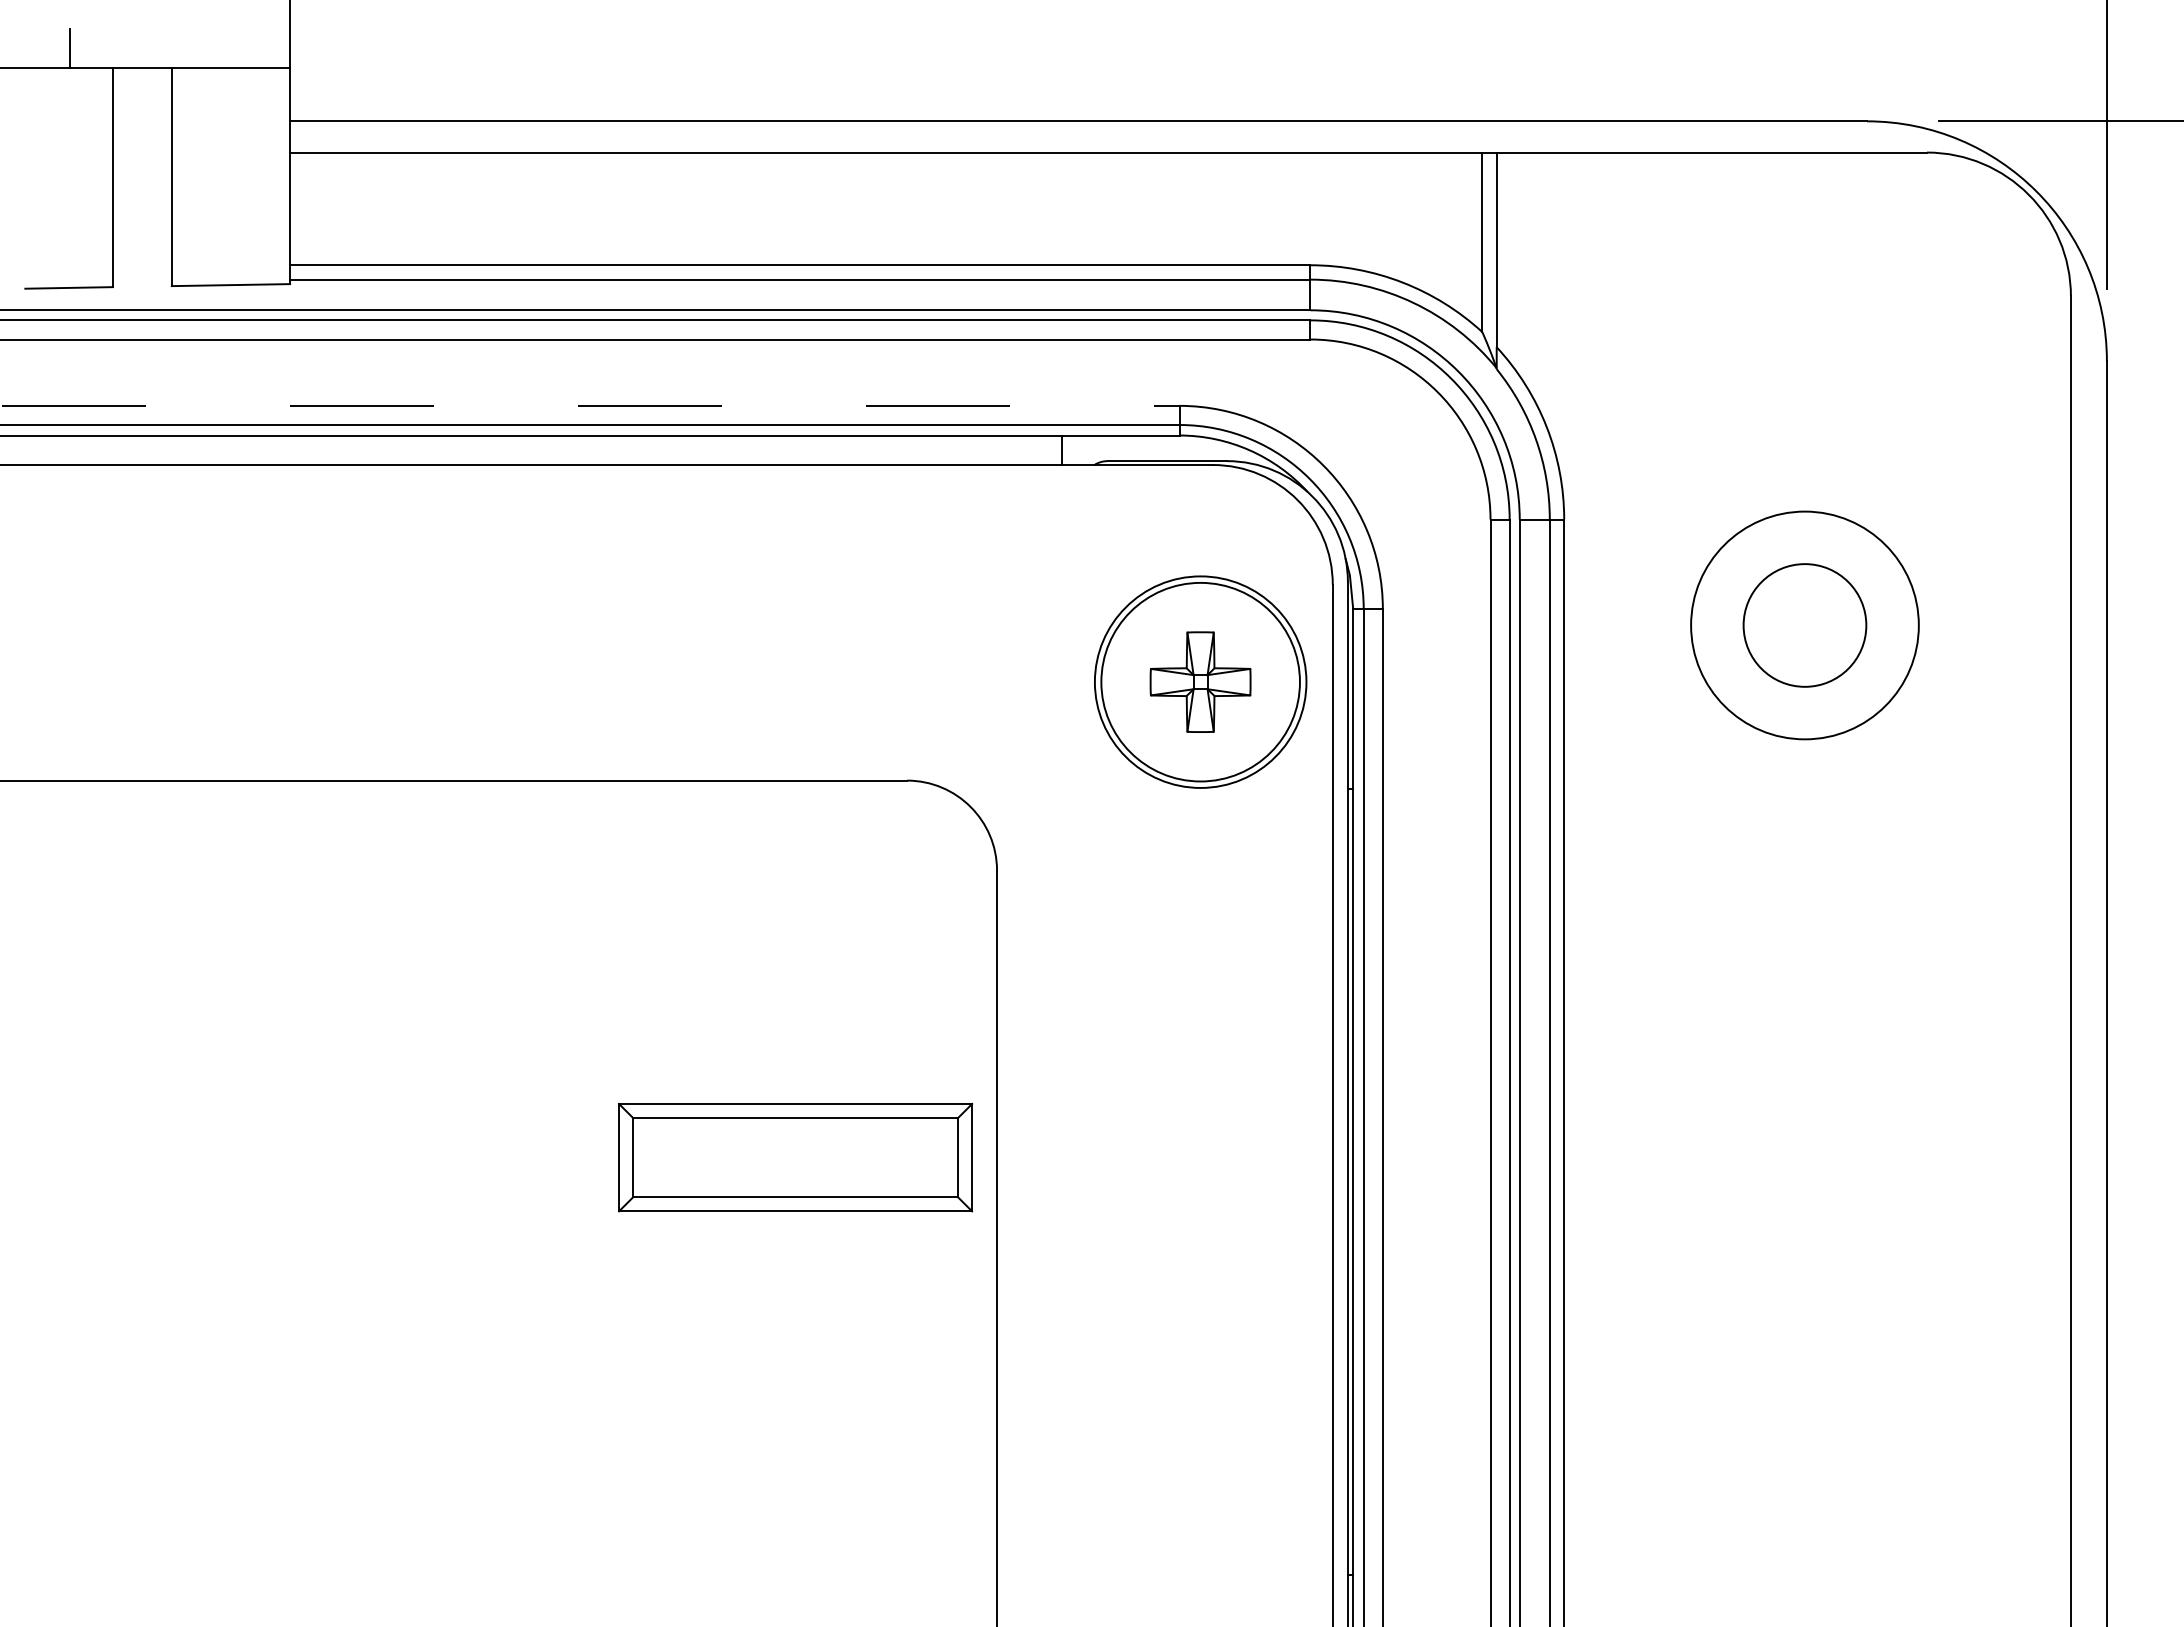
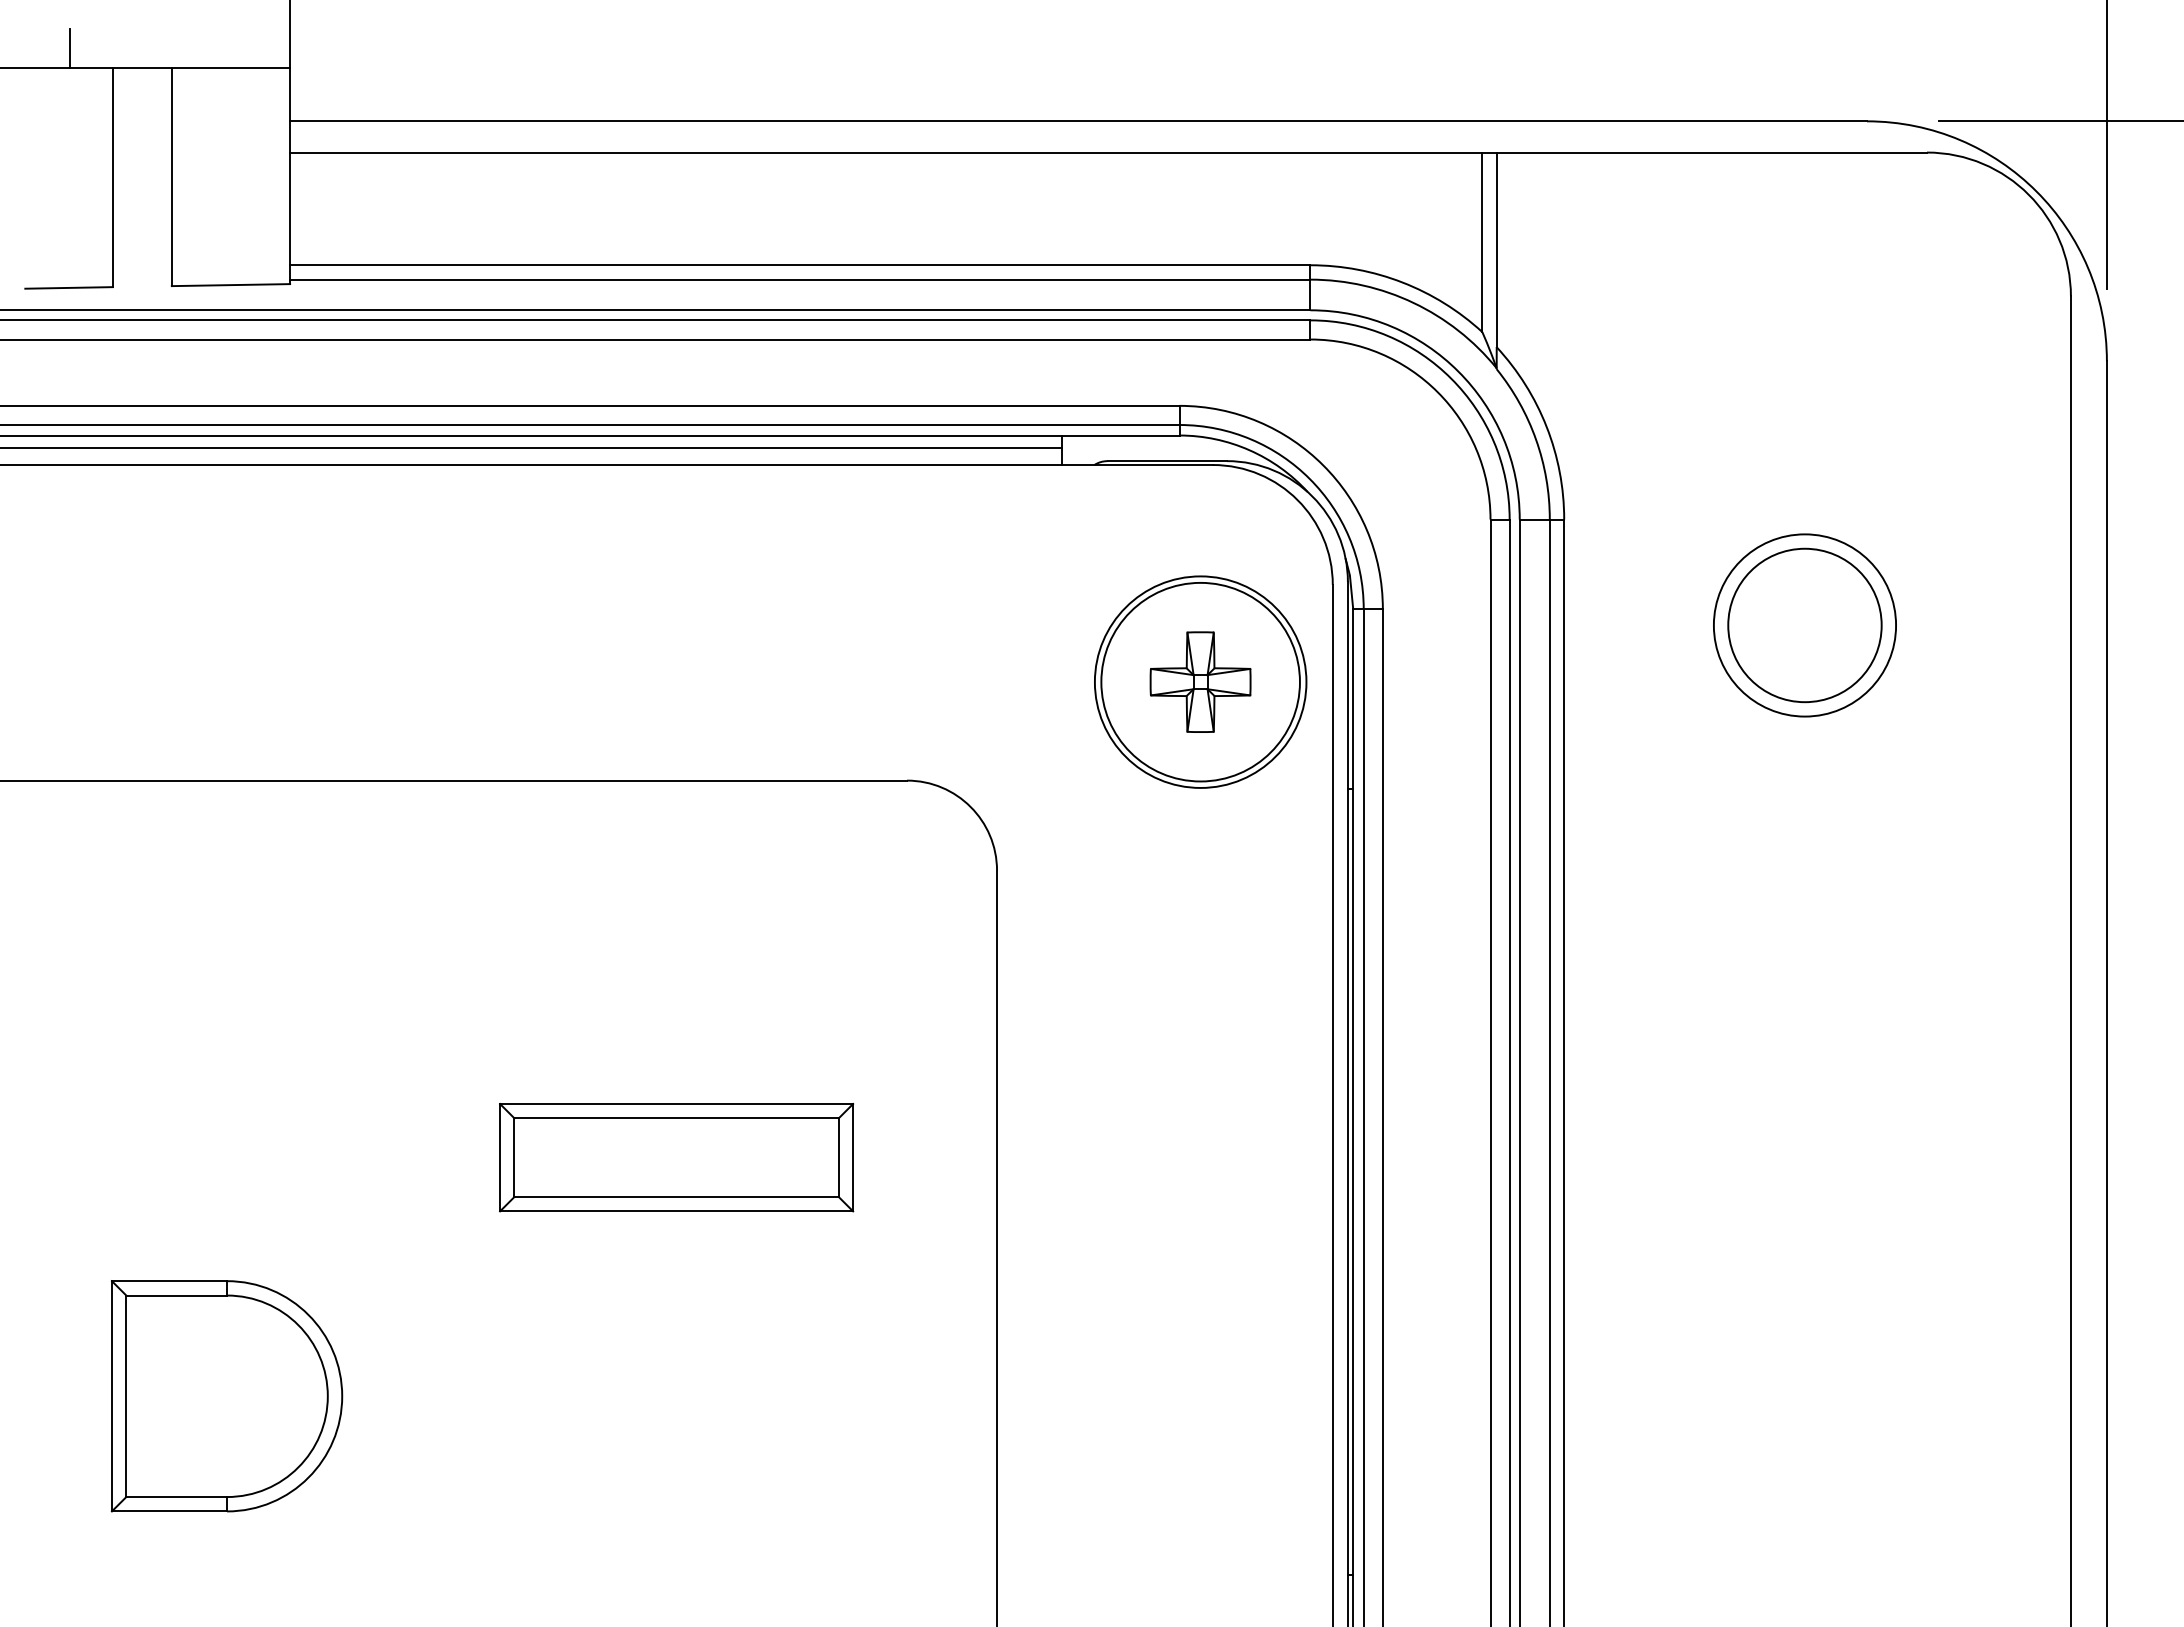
line at (590, 405): dashed -> solid
line at (531, 447): none -> present
circle at (1804, 625) diameter: 123 px -> 153 px
circle at (1804, 625) diameter: 228 px -> 182 px
part at (795, 1157) position: (795, 1157) -> (676, 1157)
part at (226, 1396): none -> present
